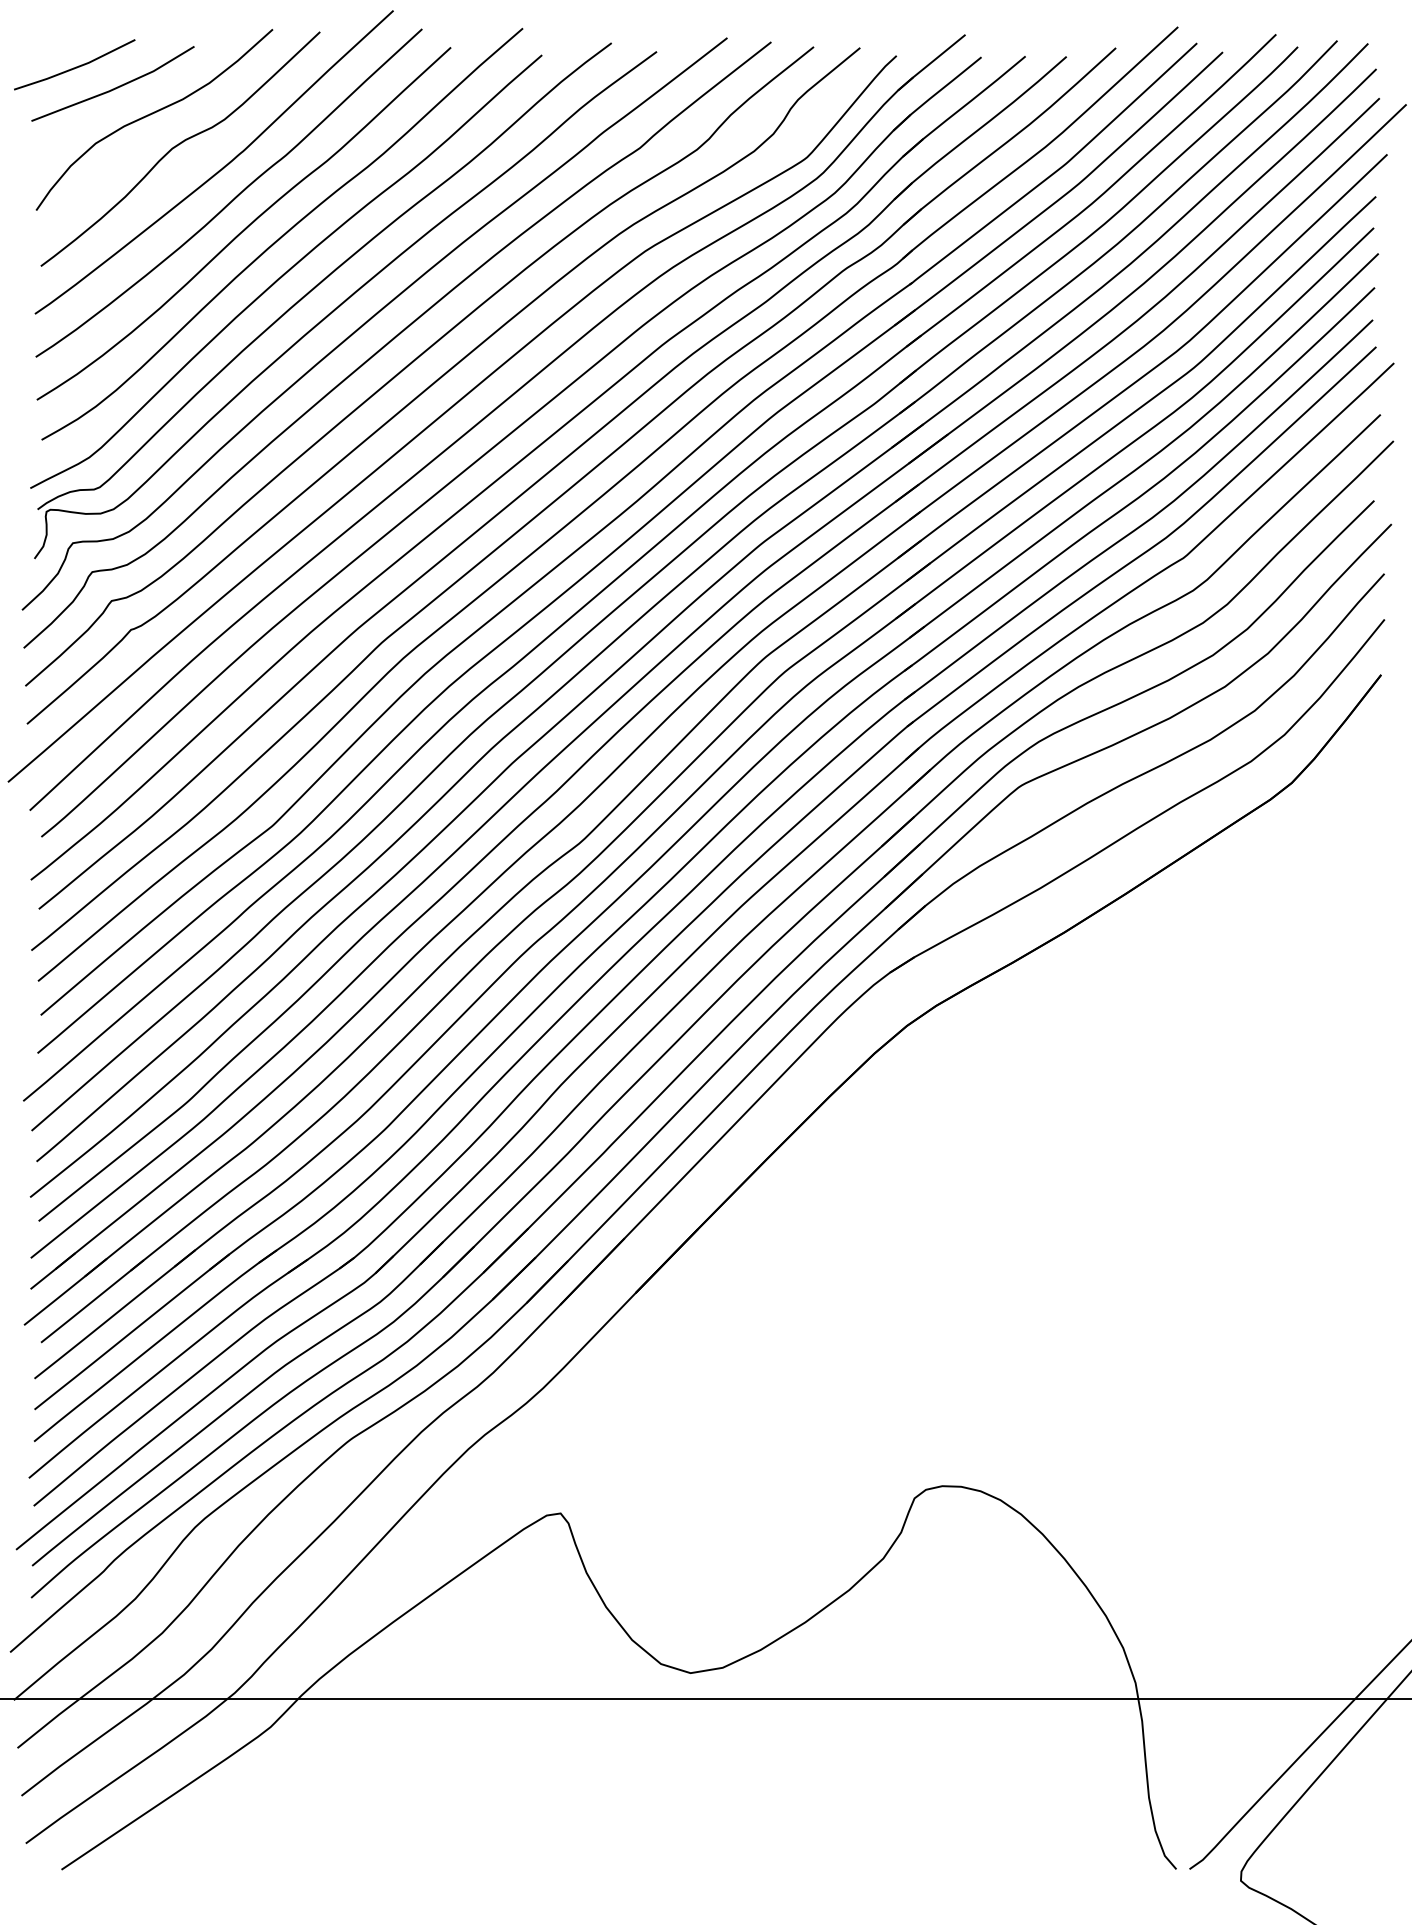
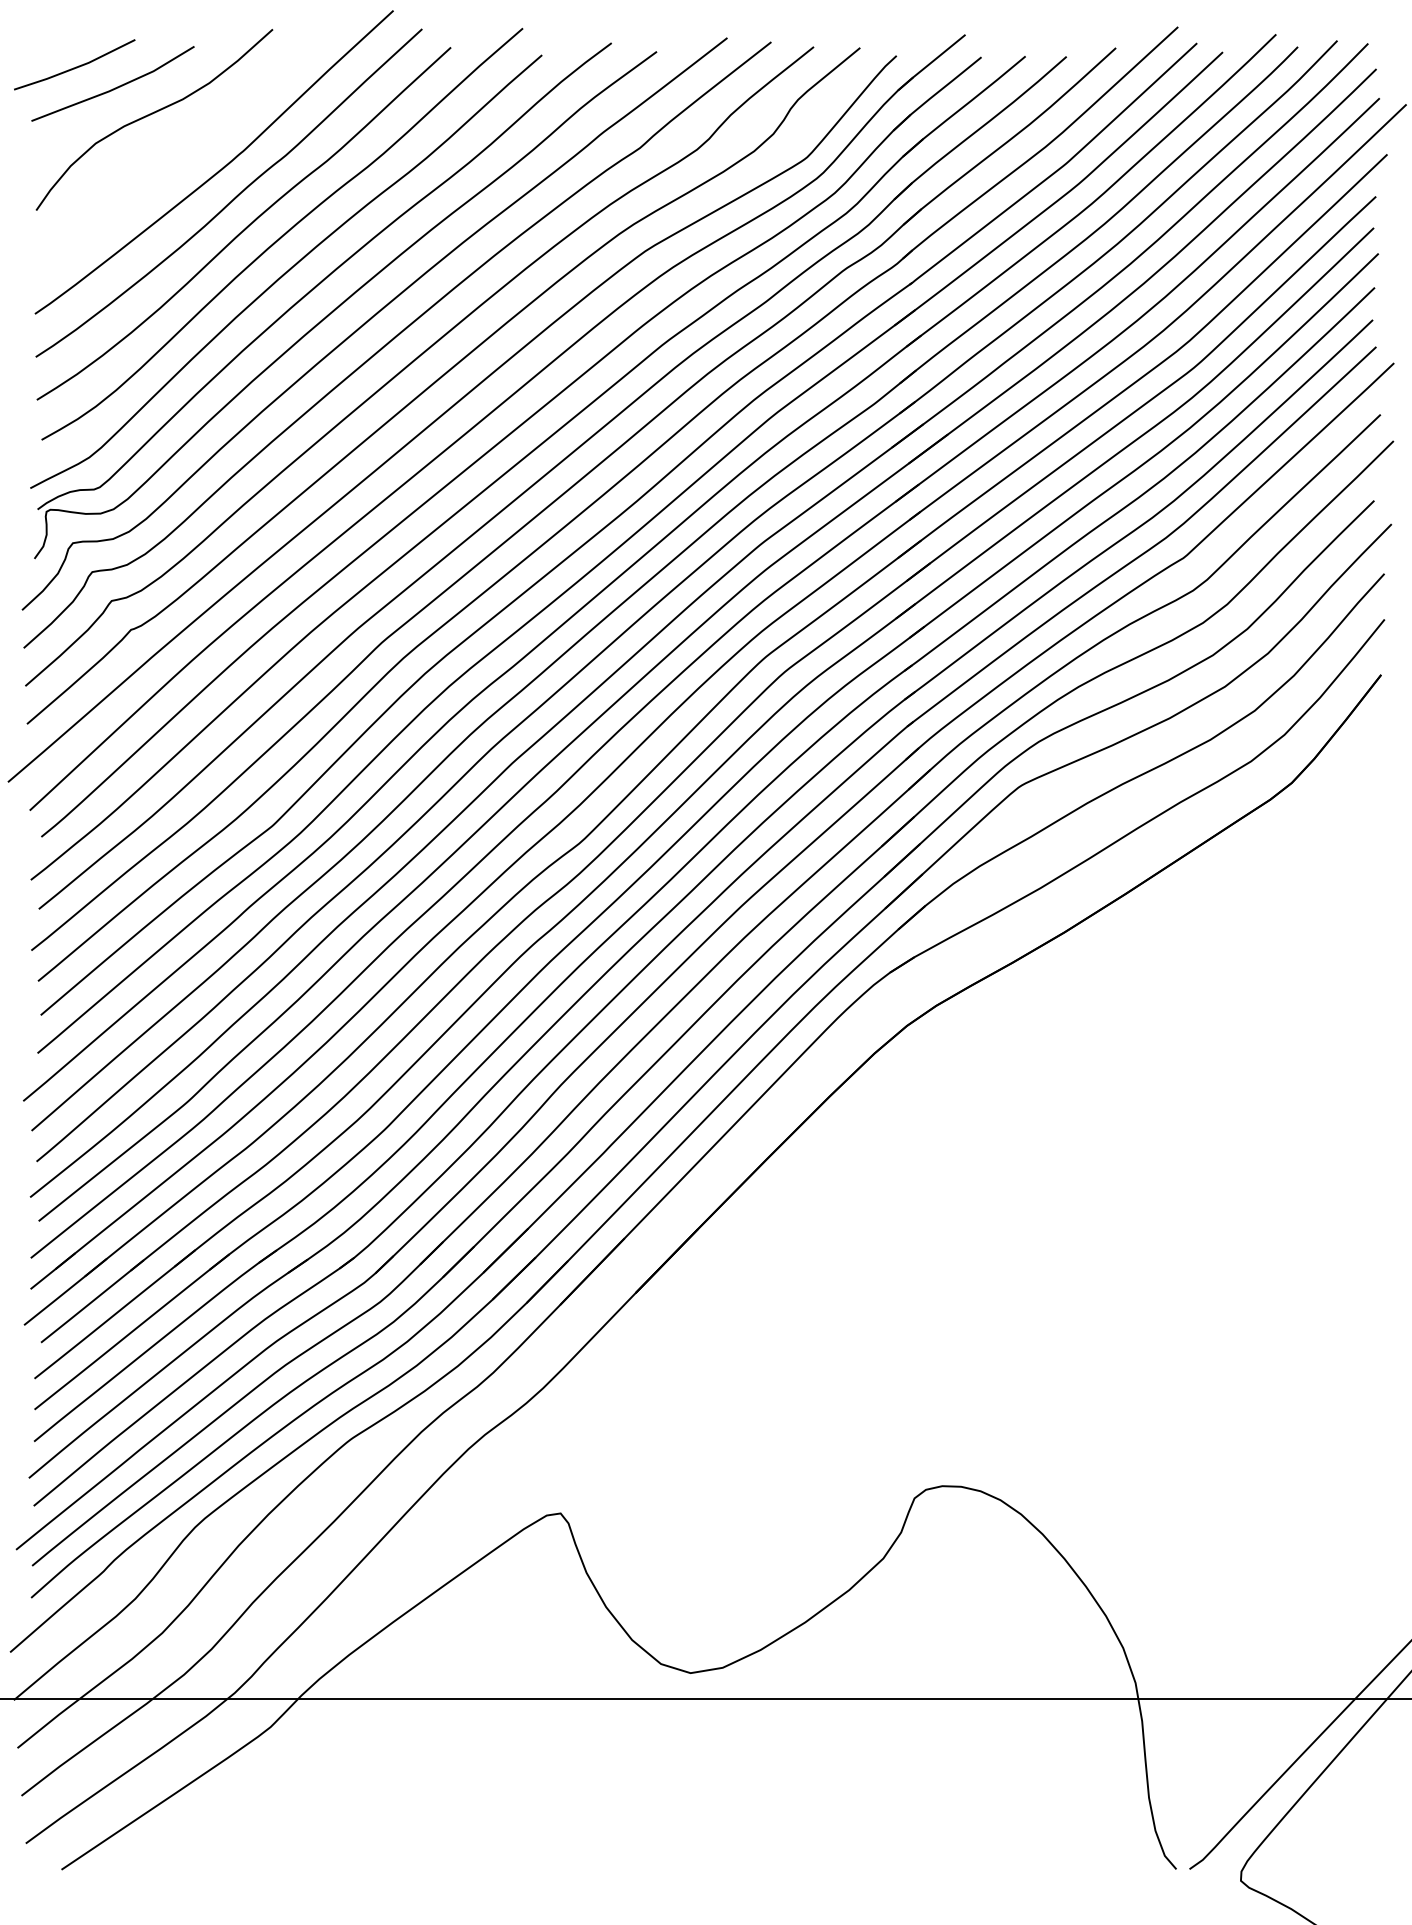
curve at (179, 145): present -> none
